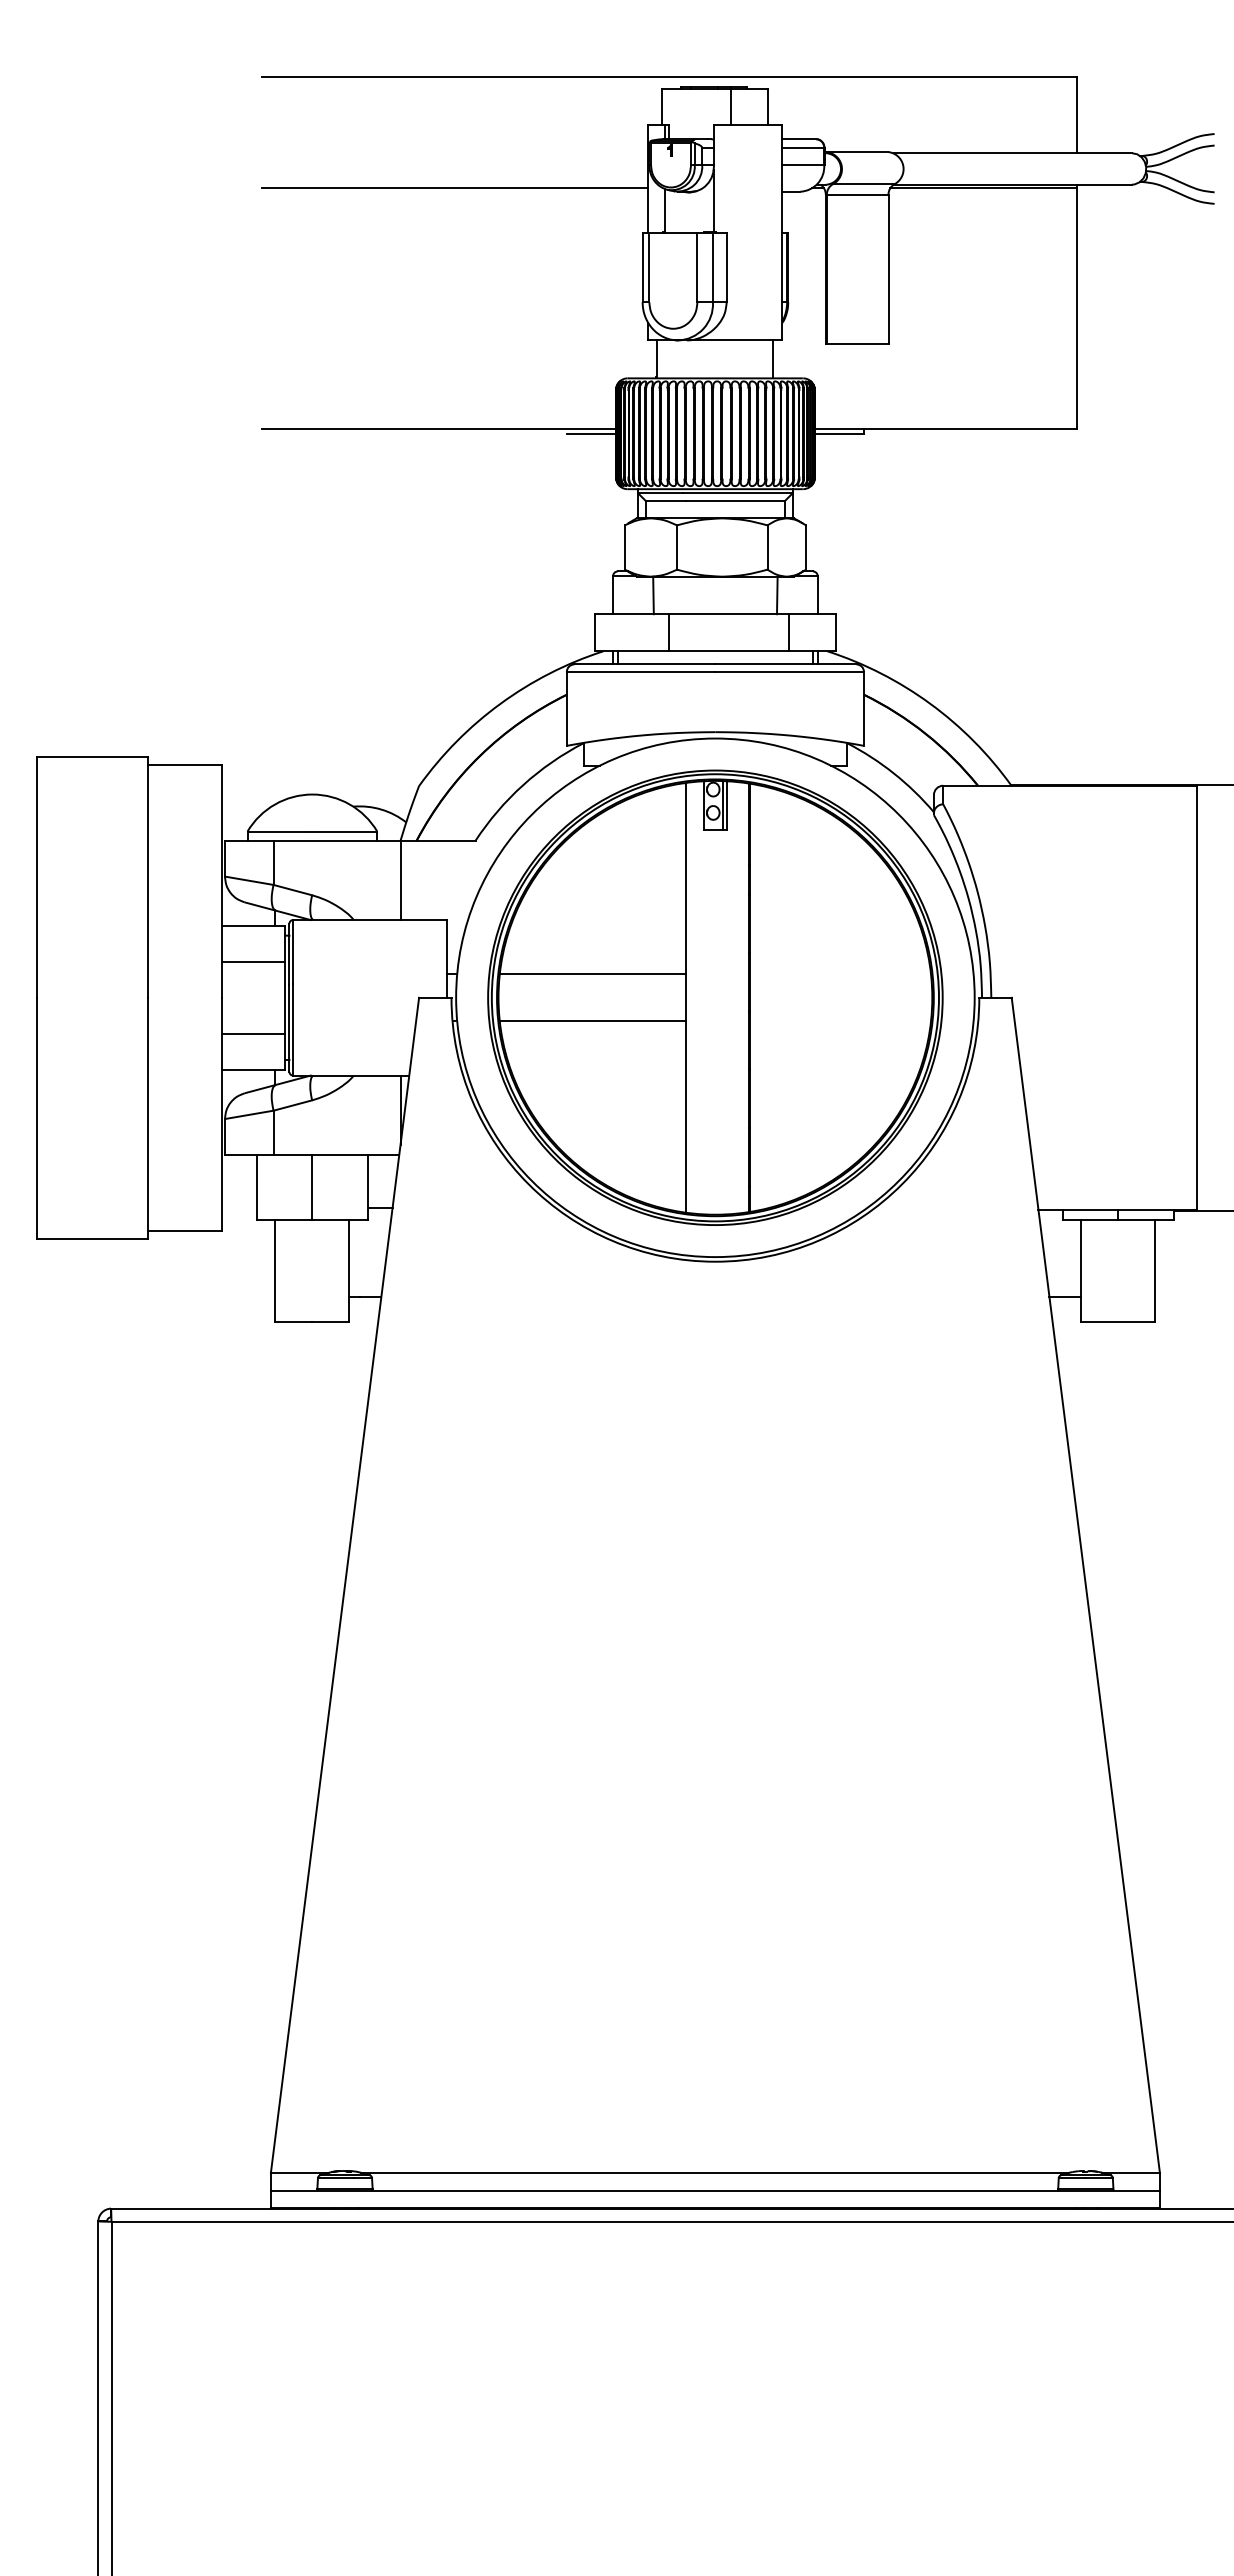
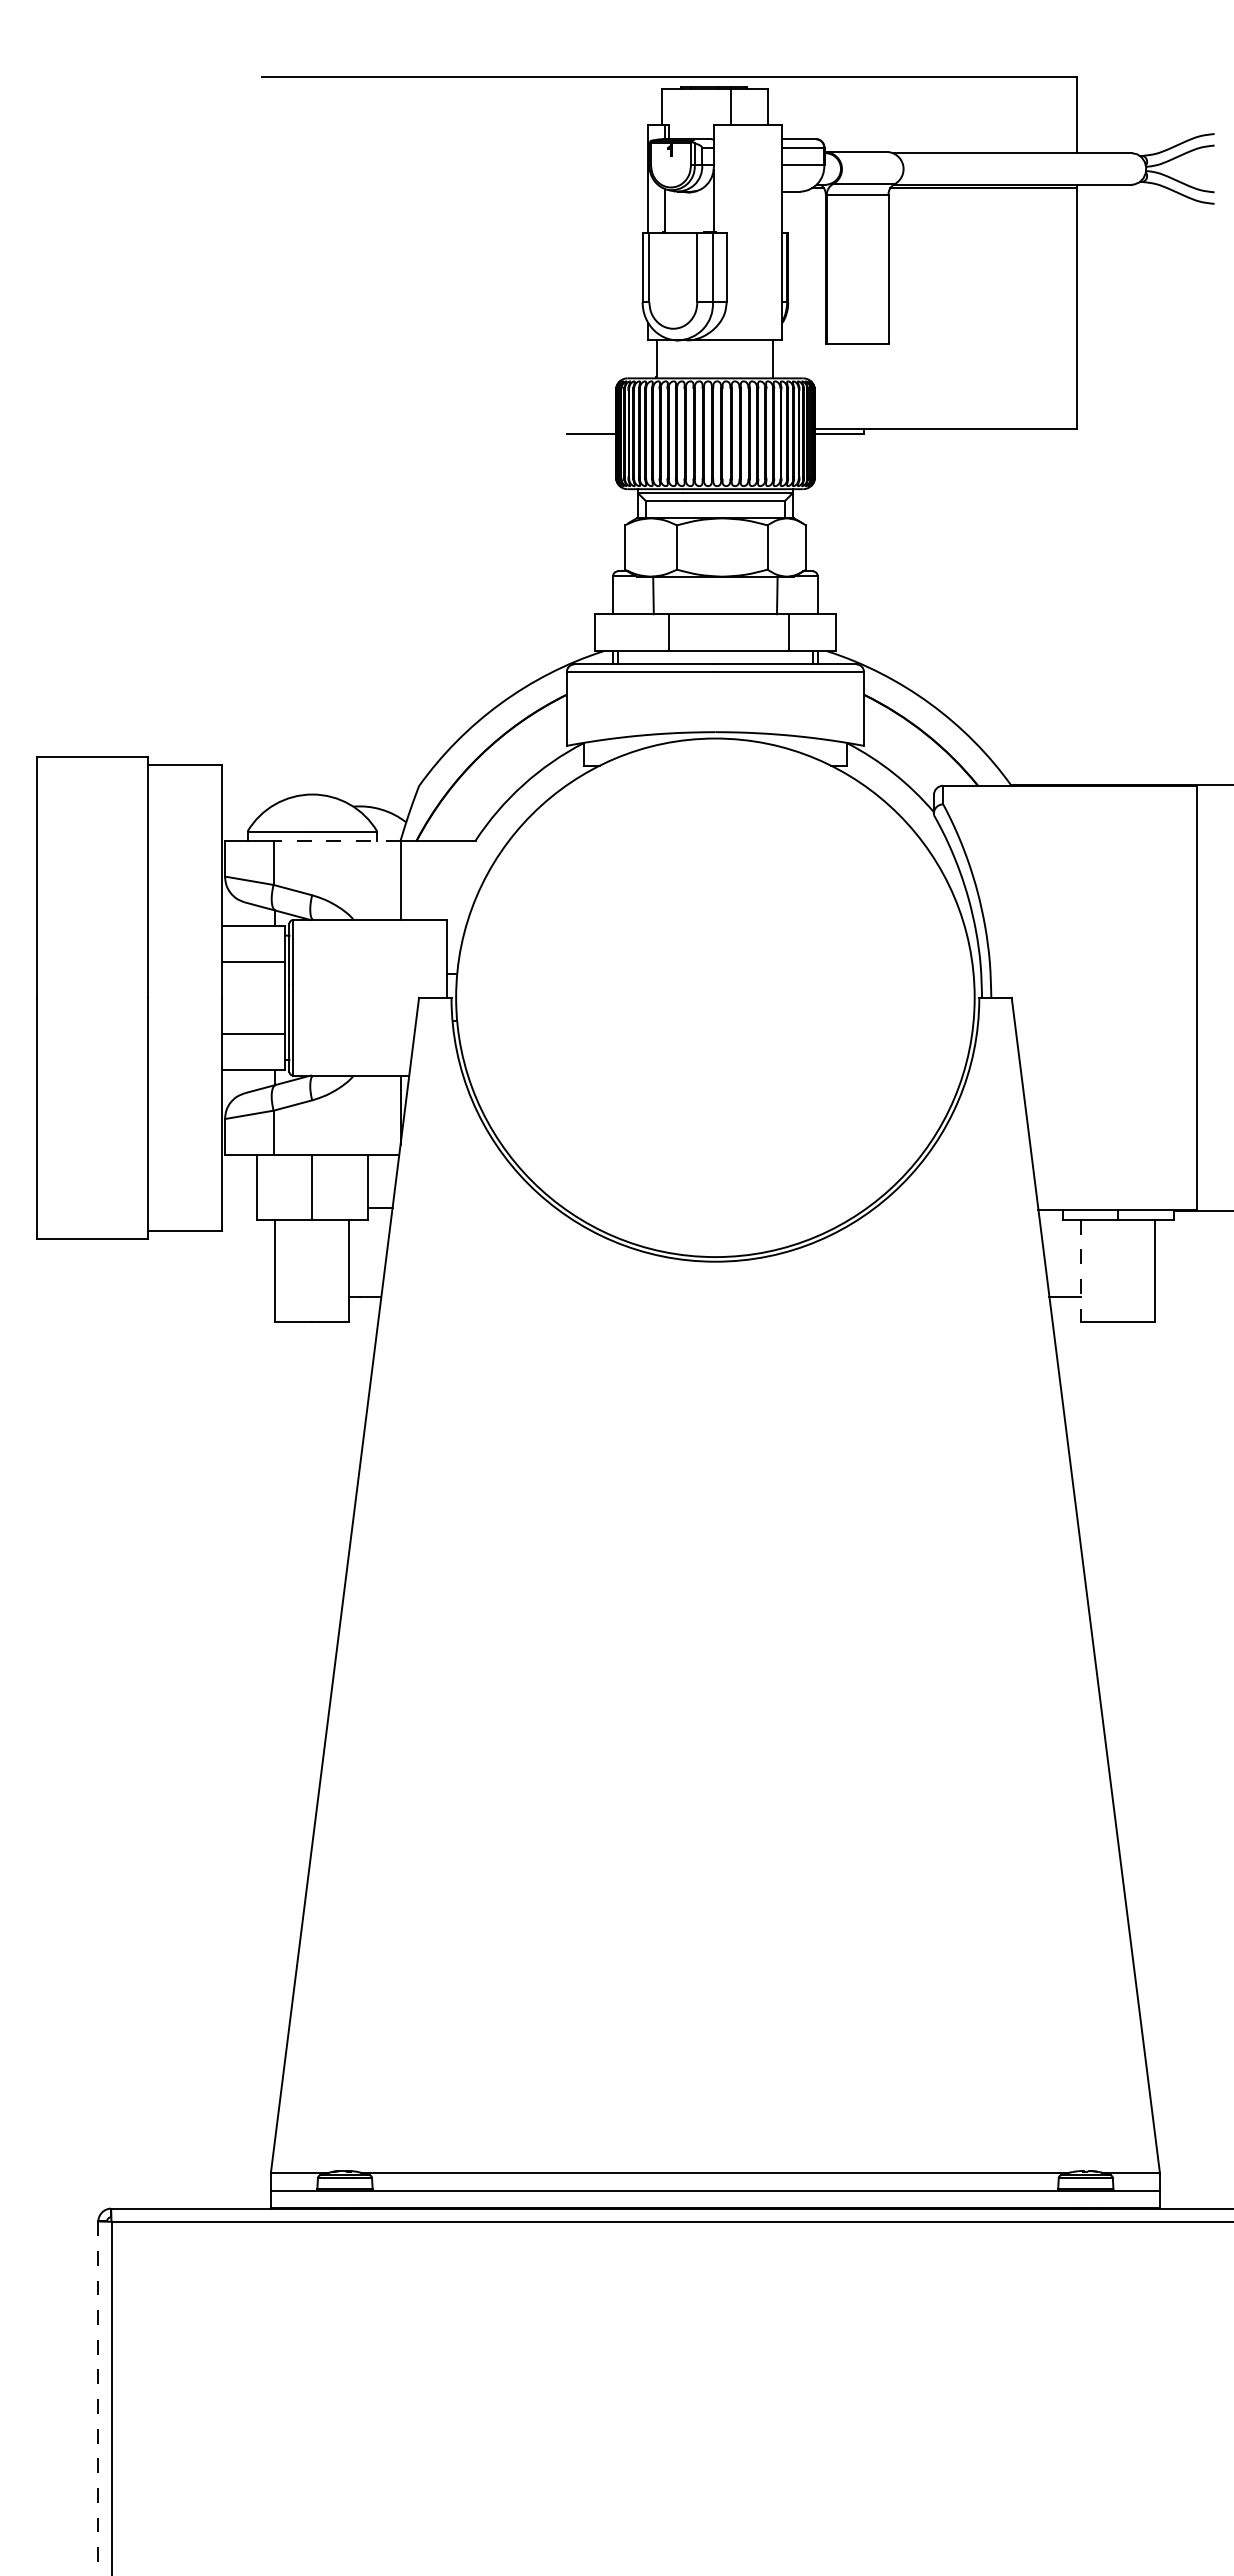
line at (454, 188): present -> none
line at (438, 429): present -> none
line at (337, 840): solid -> dashed
part at (715, 997): present -> none
line at (1081, 1271): solid -> dashed
line at (98, 2398): solid -> dashed
